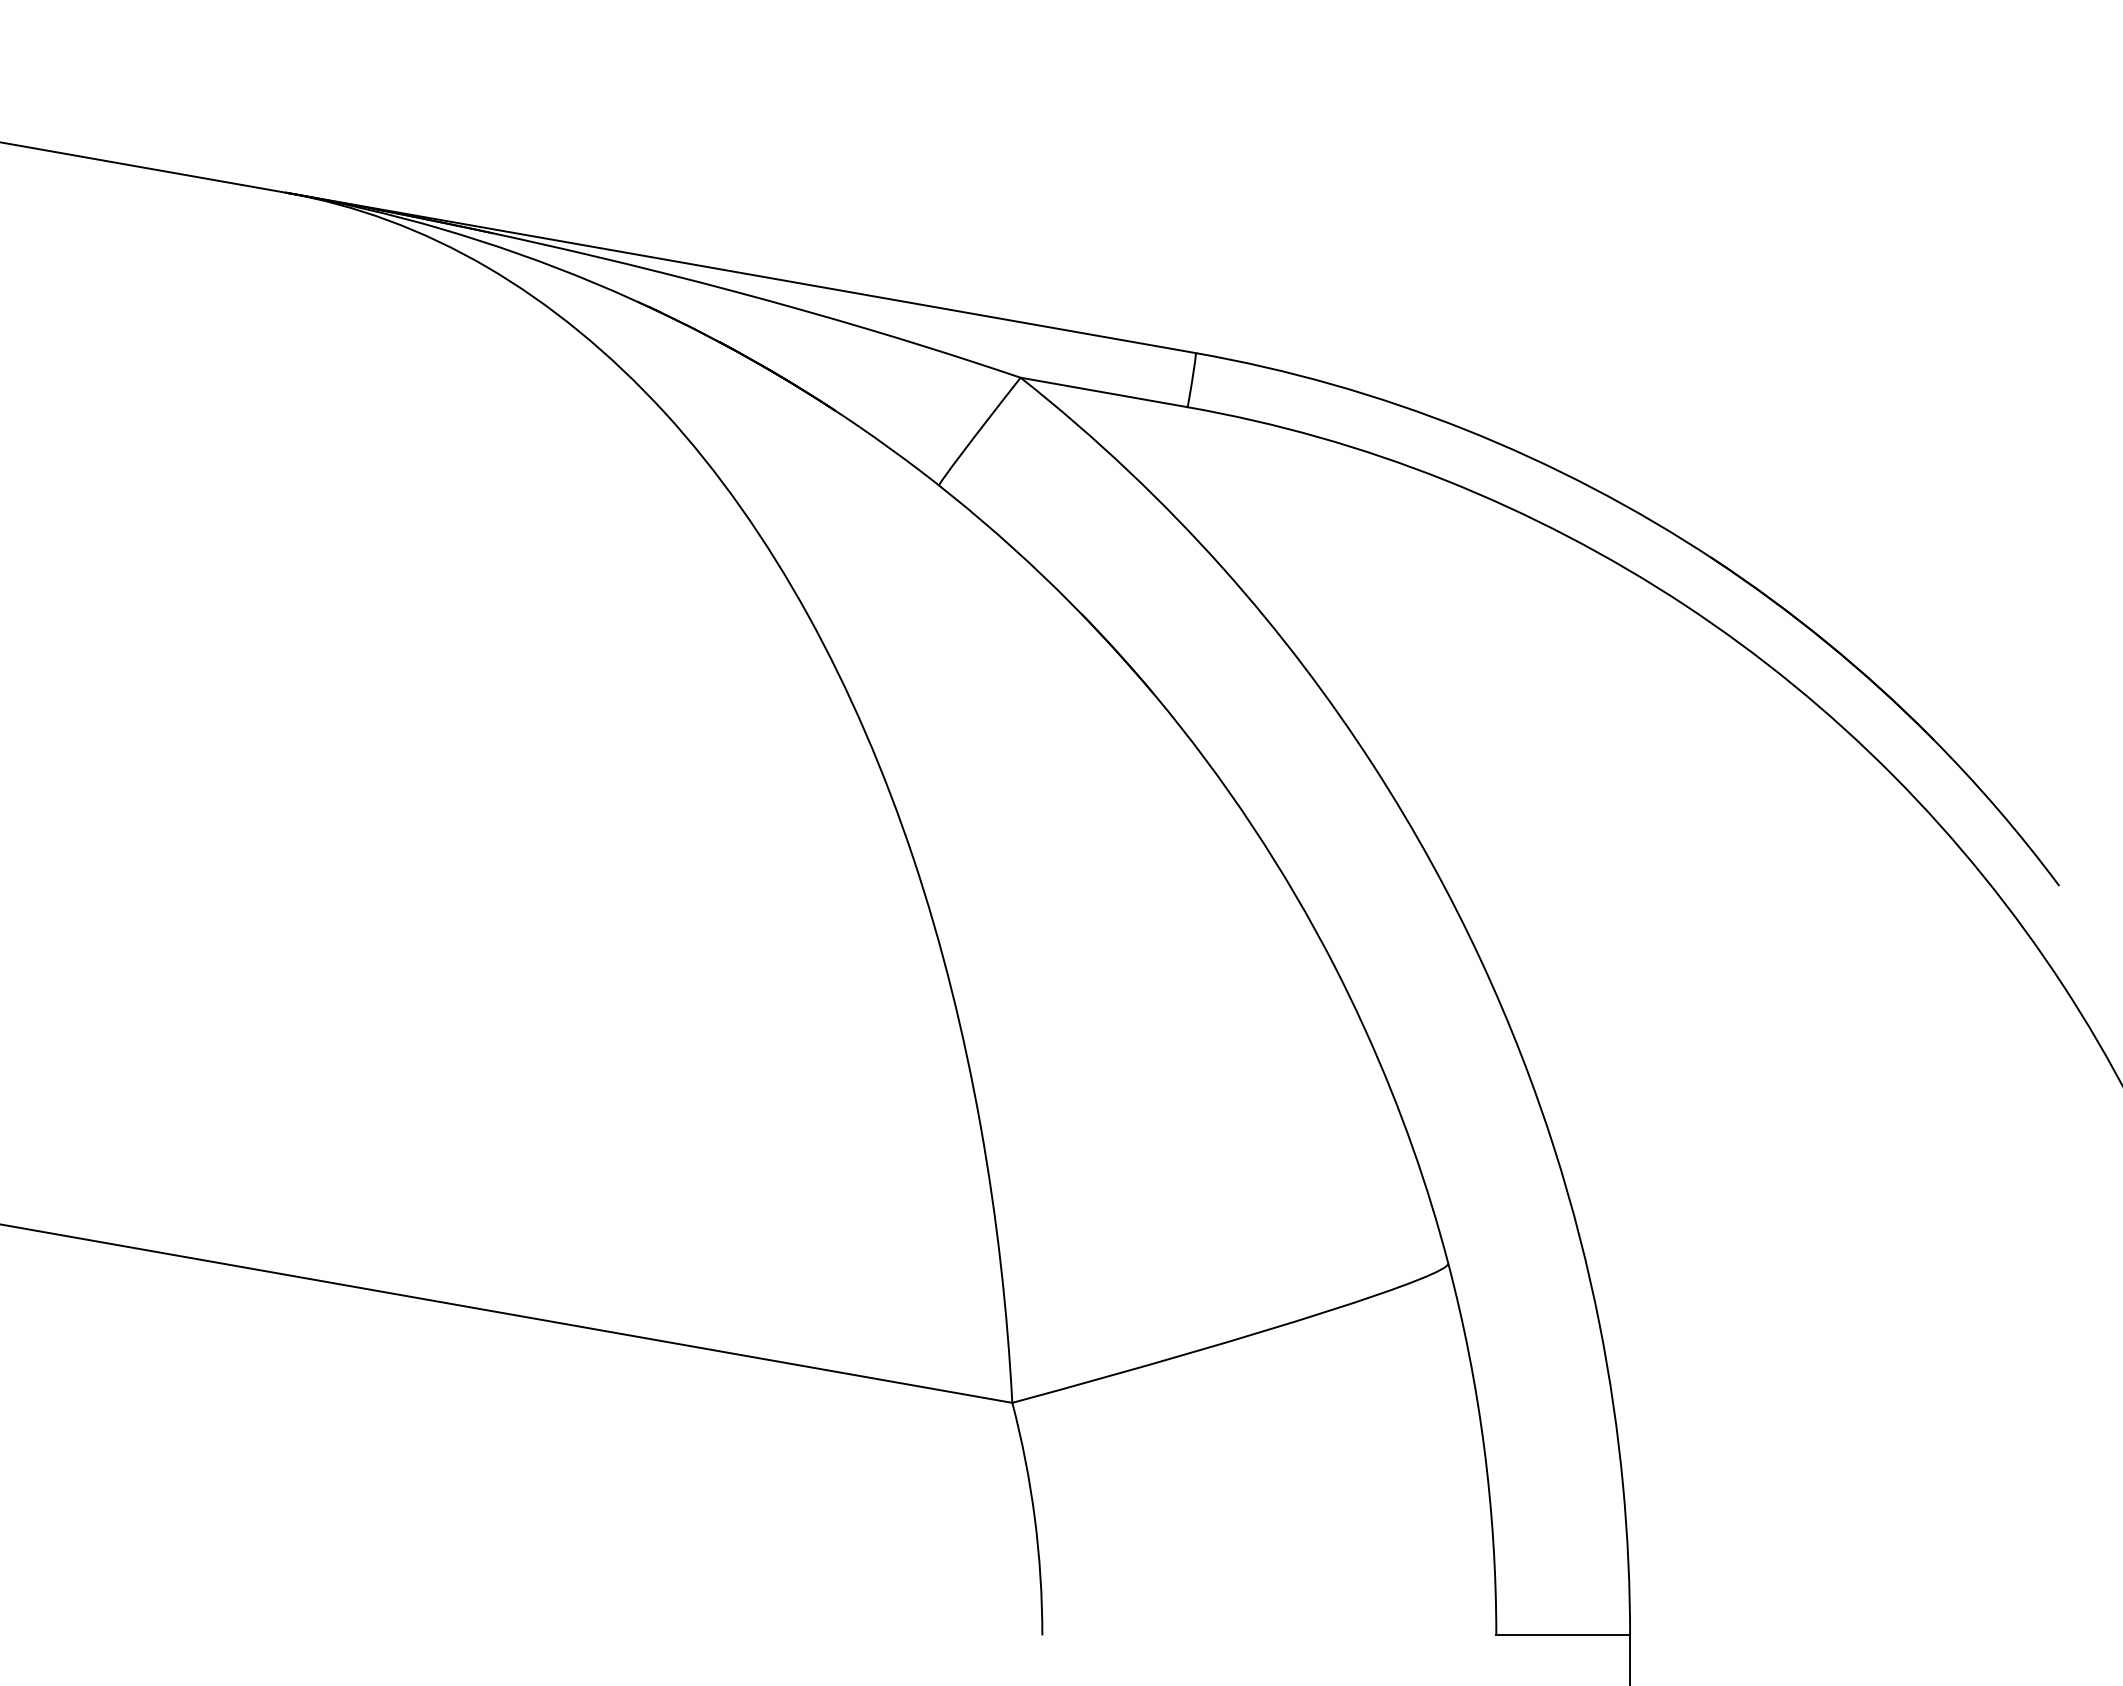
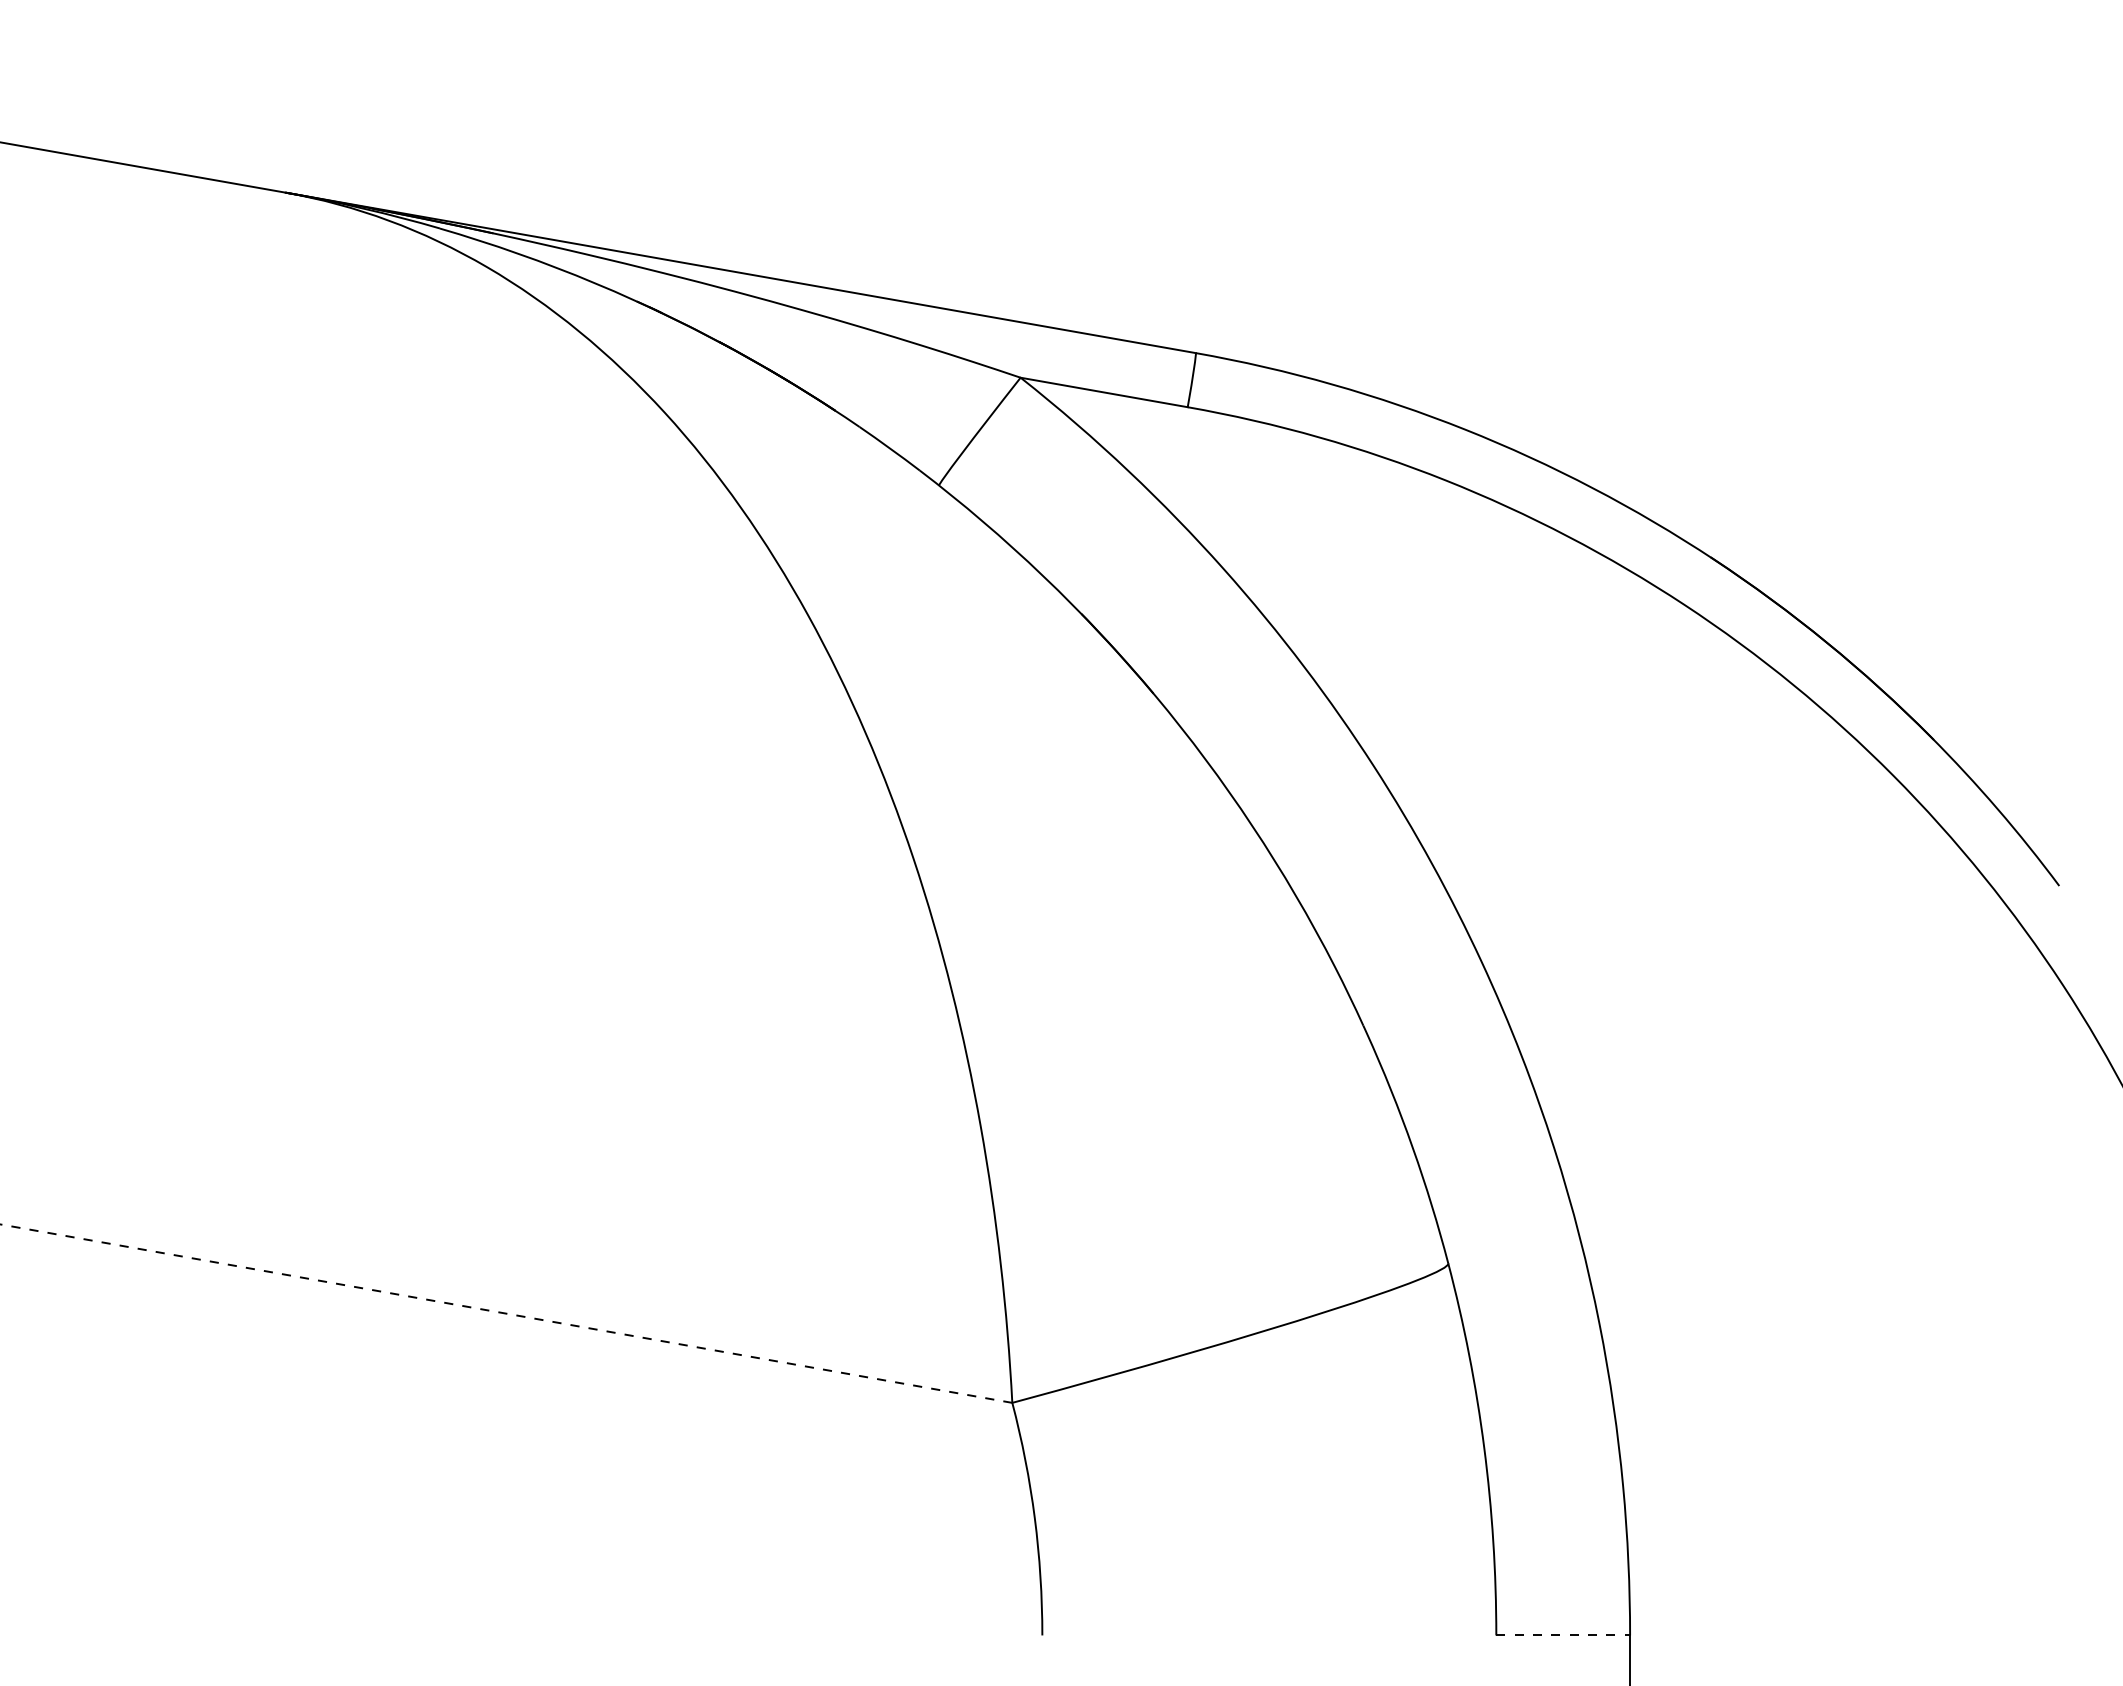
line at (506, 1313): solid -> dashed
line at (1563, 1635): solid -> dashed
